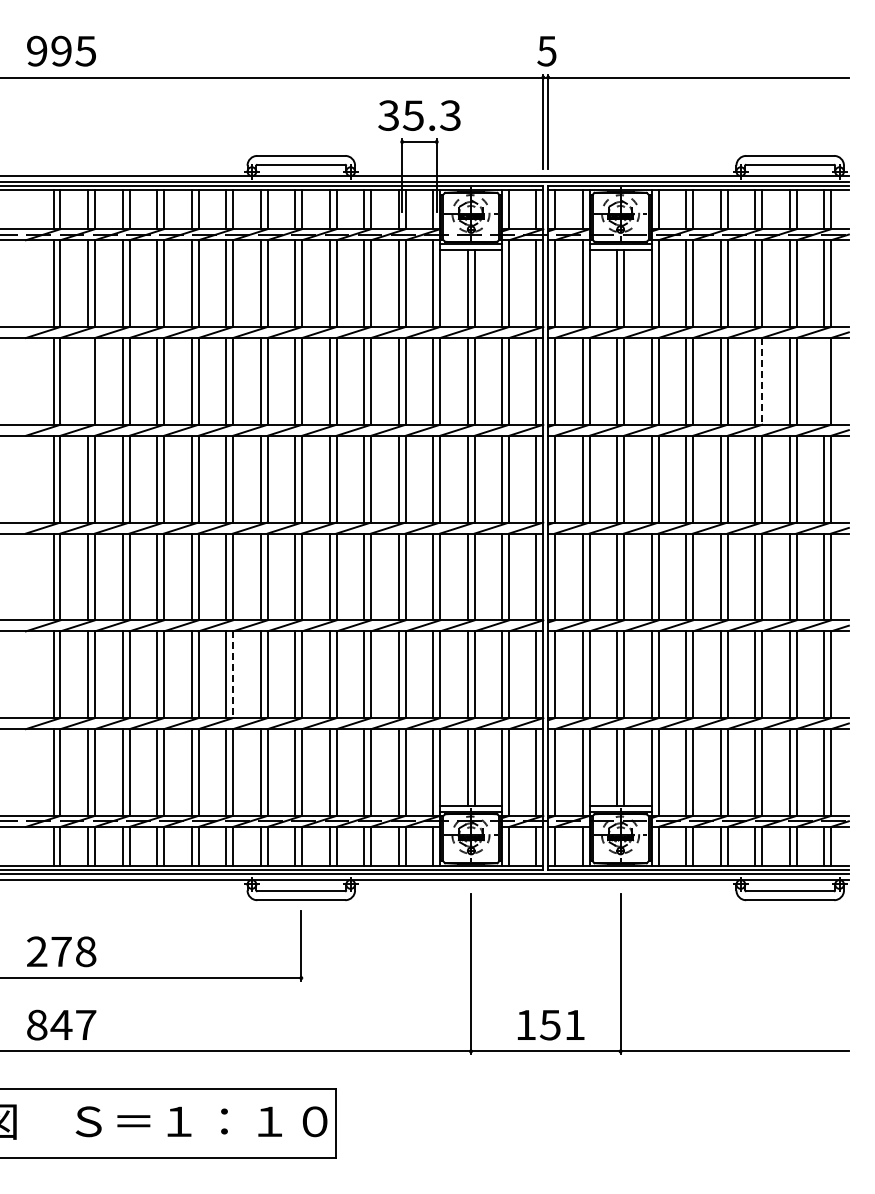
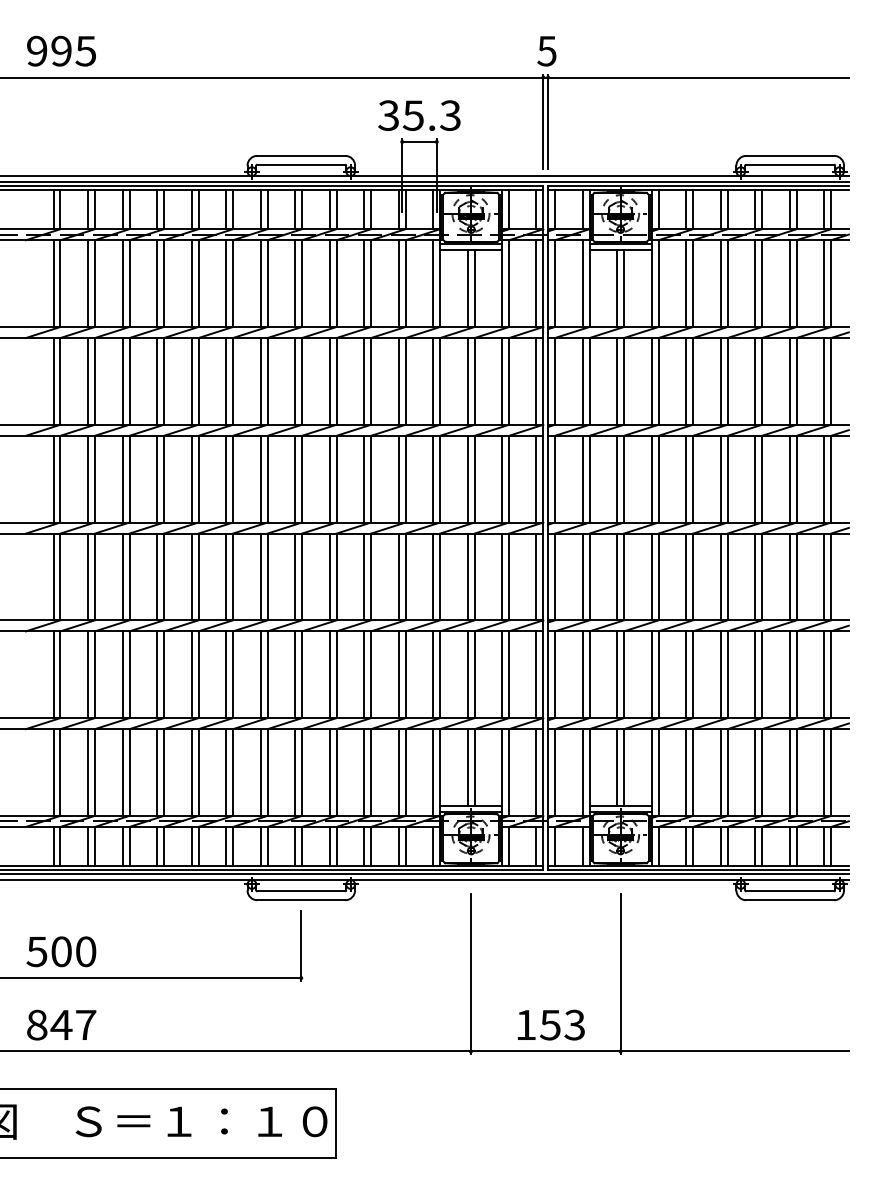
line at (88, 381): none -> present
line at (762, 381): dashed -> solid
line at (824, 381): none -> present
line at (233, 675): dashed -> solid
text at (61, 951): 278 -> 500
text at (574, 1024): 151 -> 153
